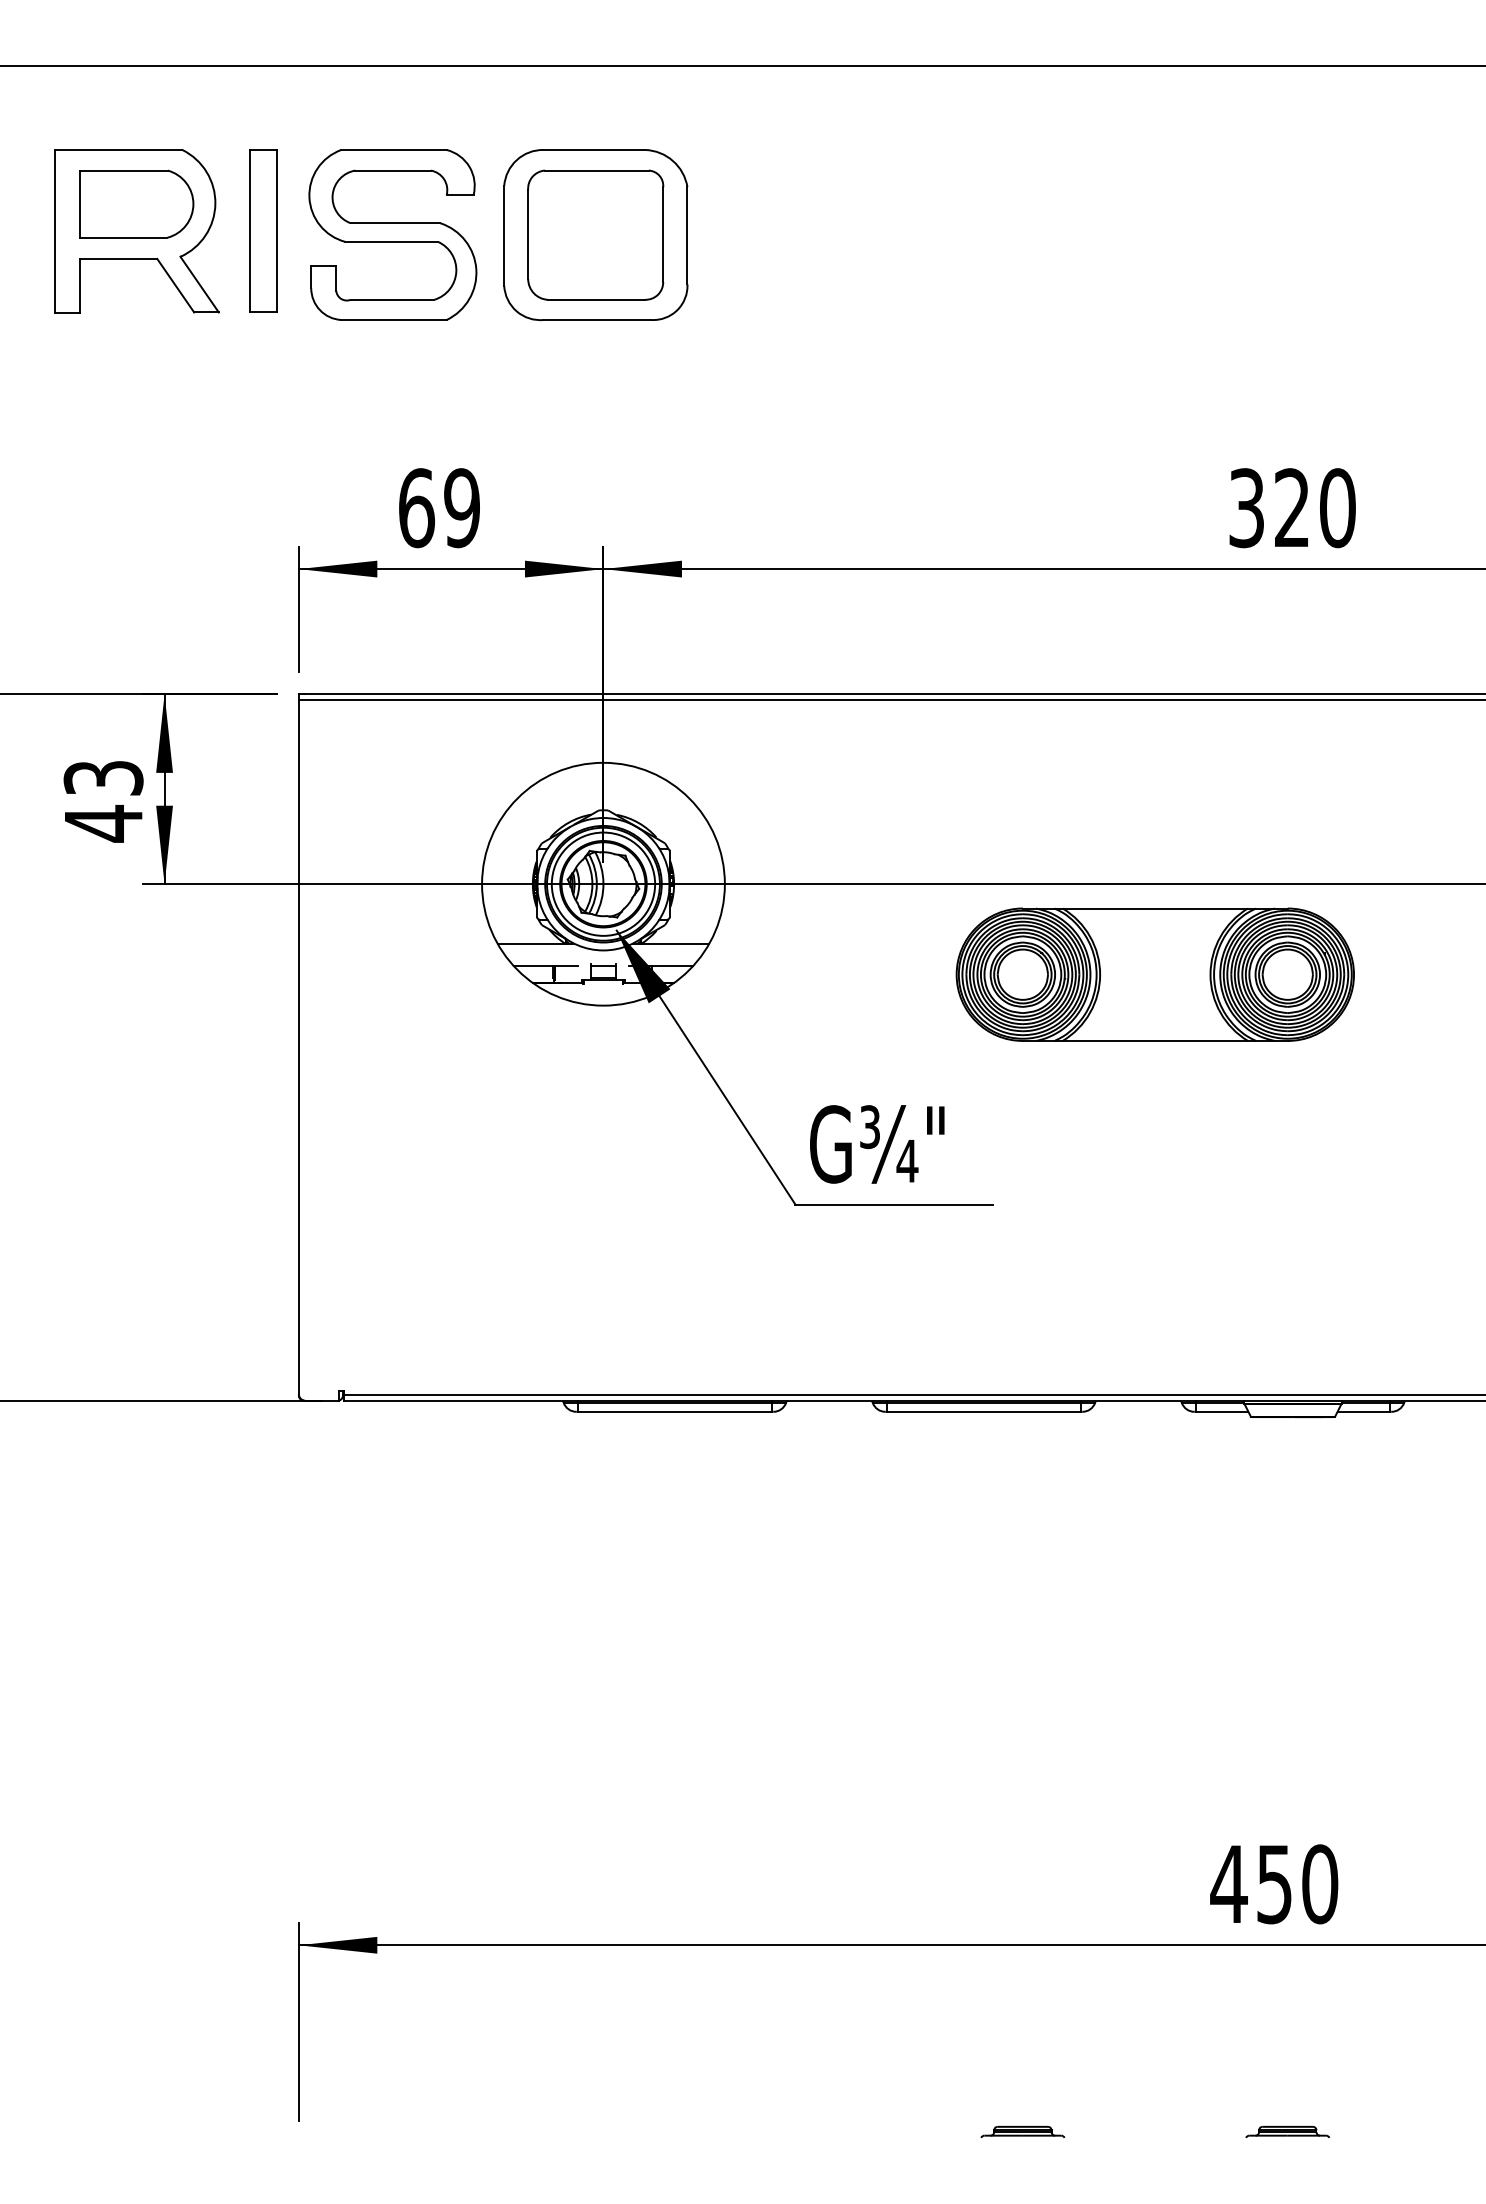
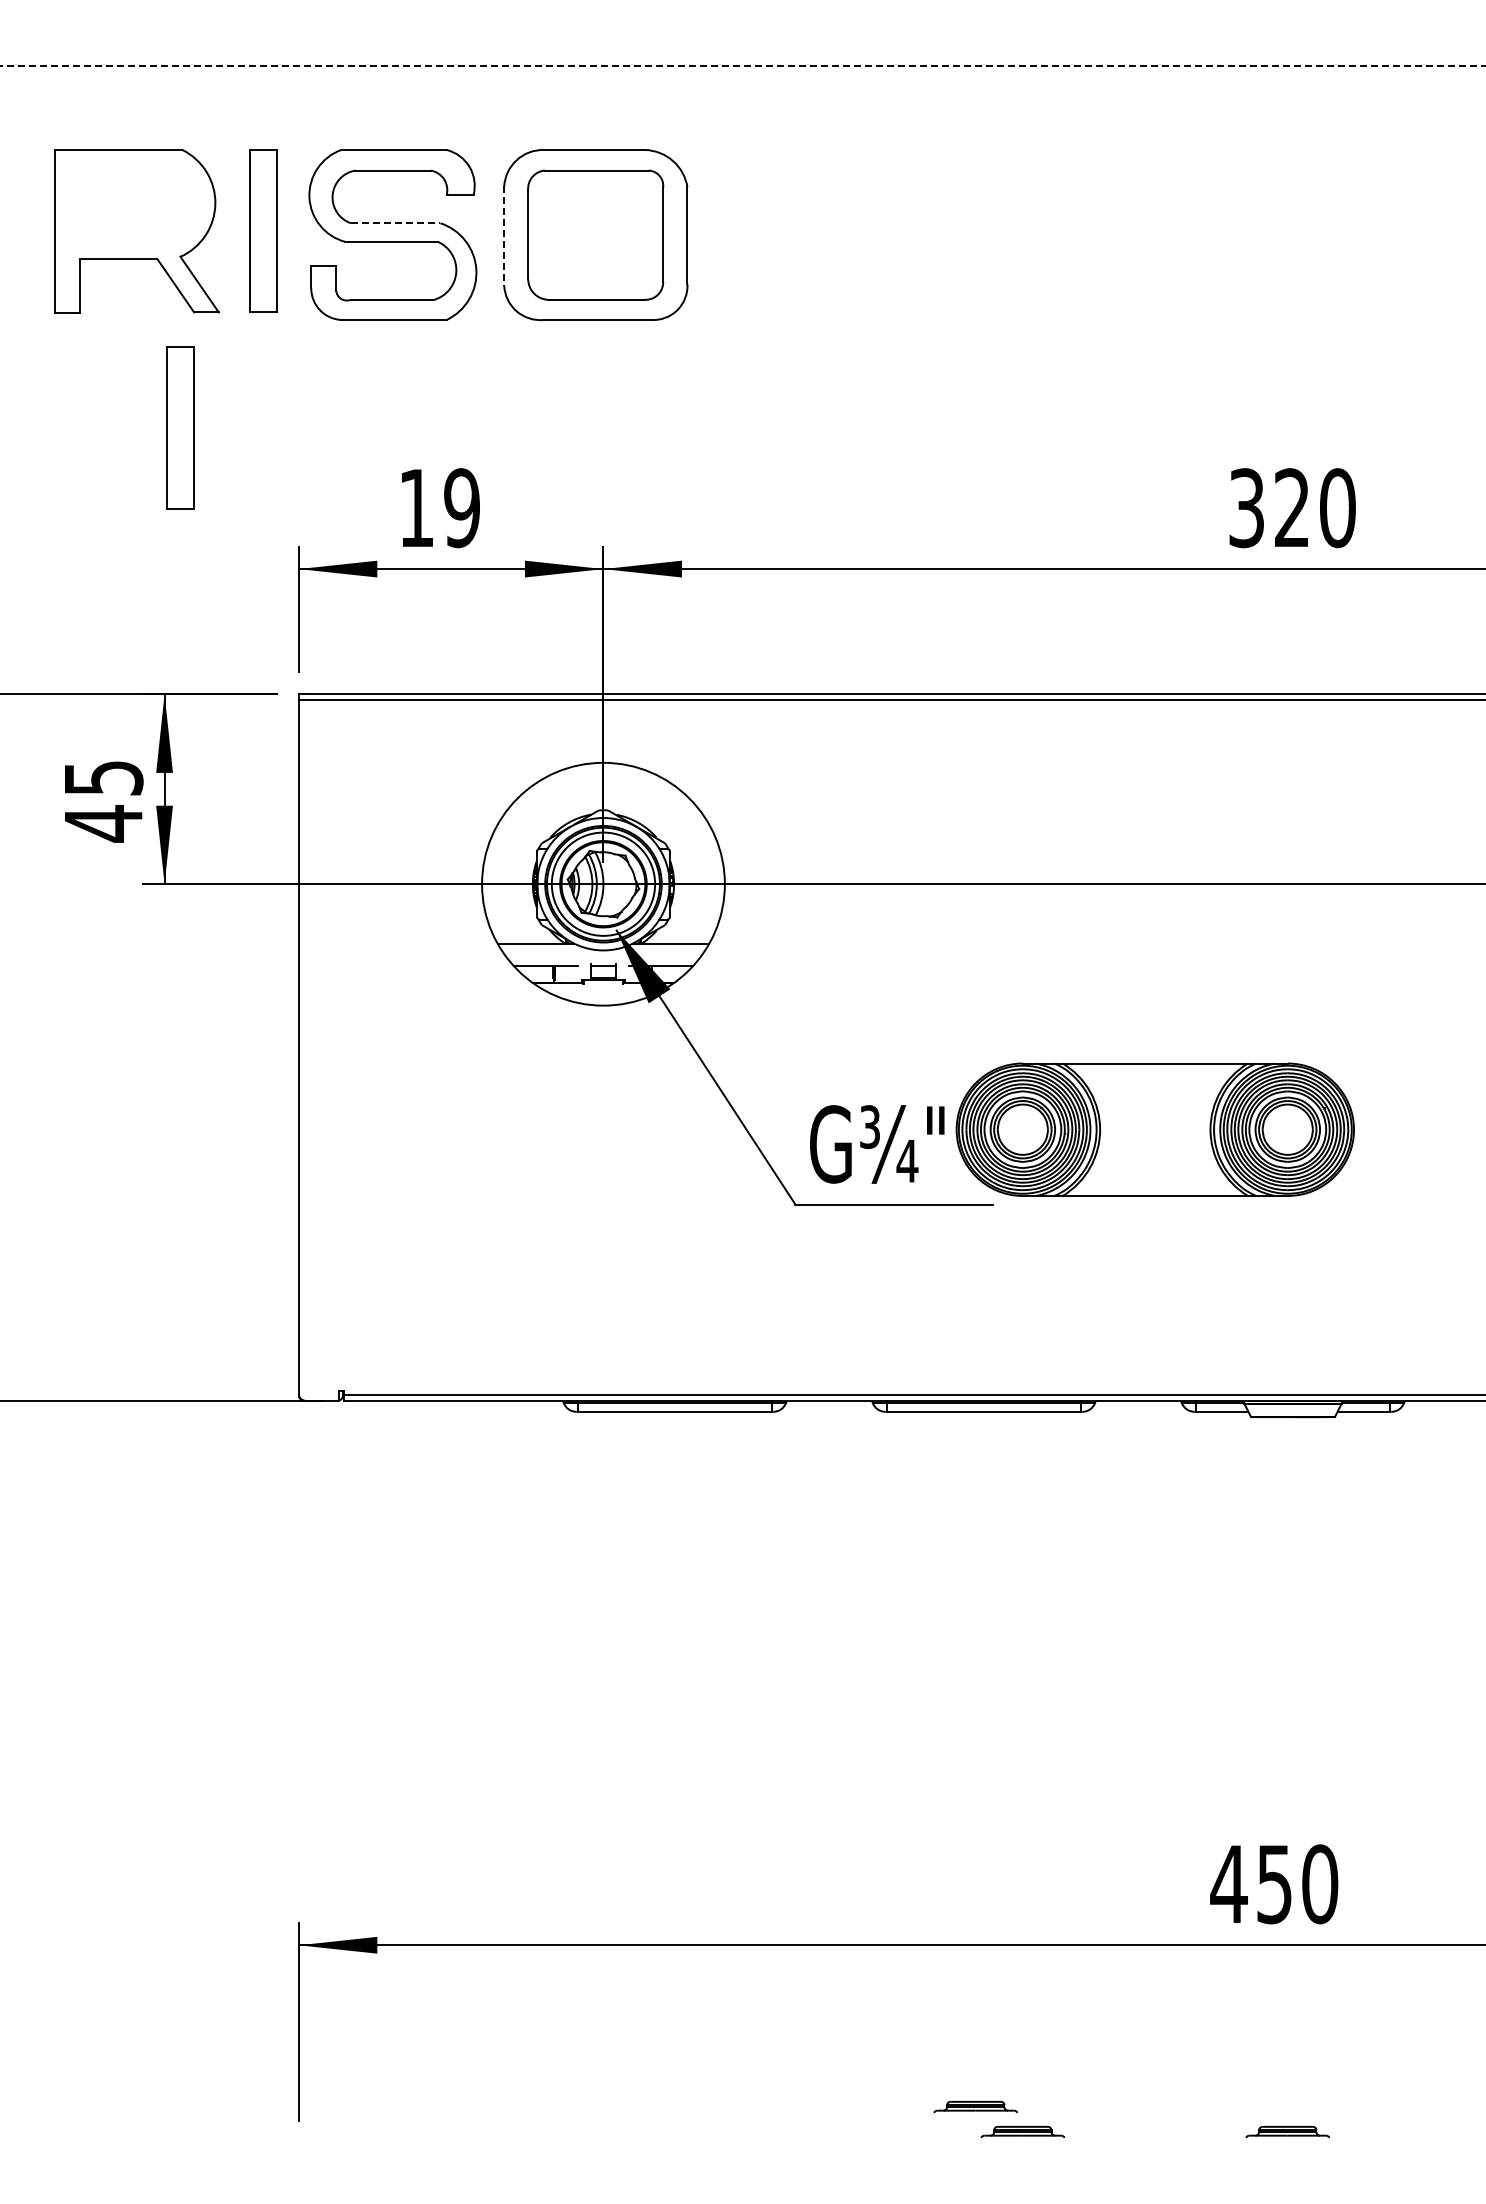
line at (743, 66): solid -> dashed
part at (136, 203): present -> none
line at (395, 223): solid -> dashed
line at (504, 235): solid -> dashed
part at (180, 427): none -> present
text at (416, 508): 69 -> 19
text at (103, 778): 43 -> 45
part at (1154, 974) position: (1154, 974) -> (1154, 1129)
part at (975, 2107): none -> present
